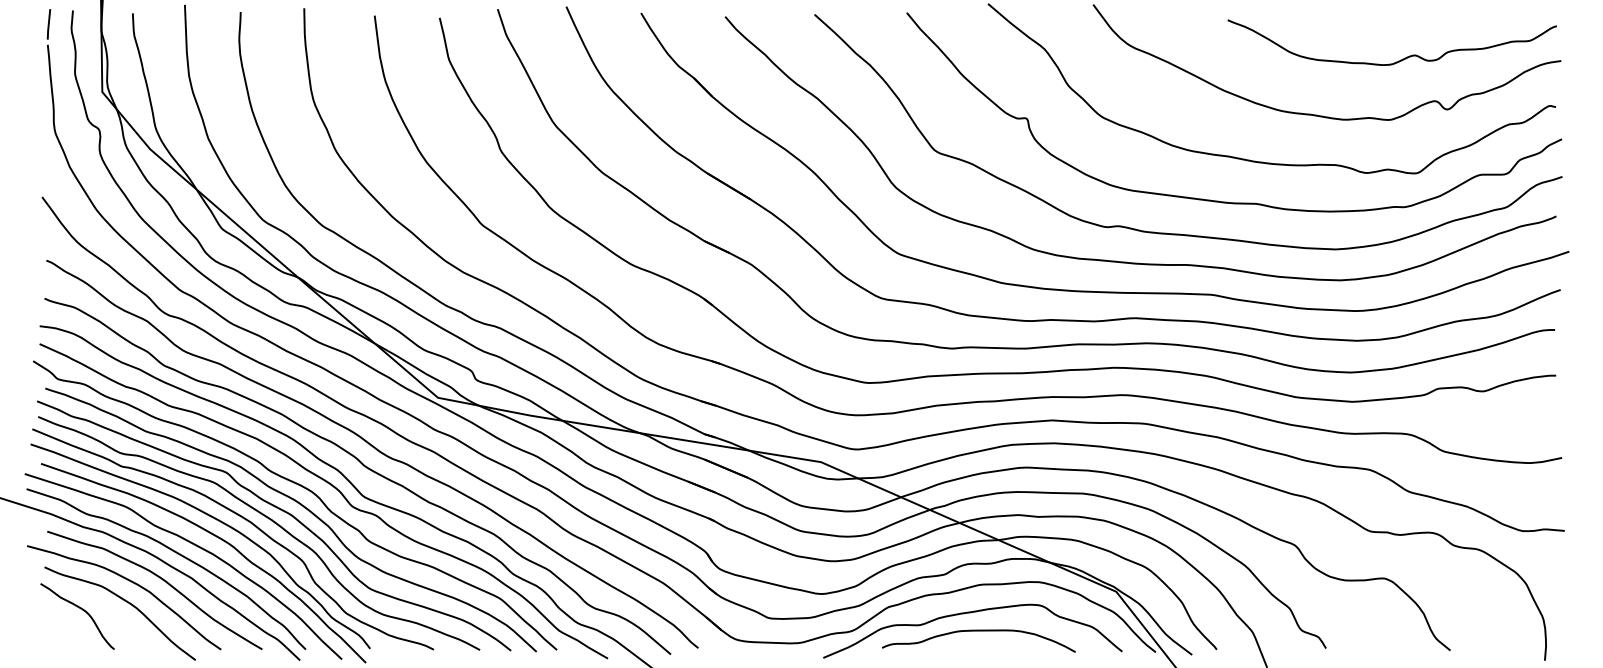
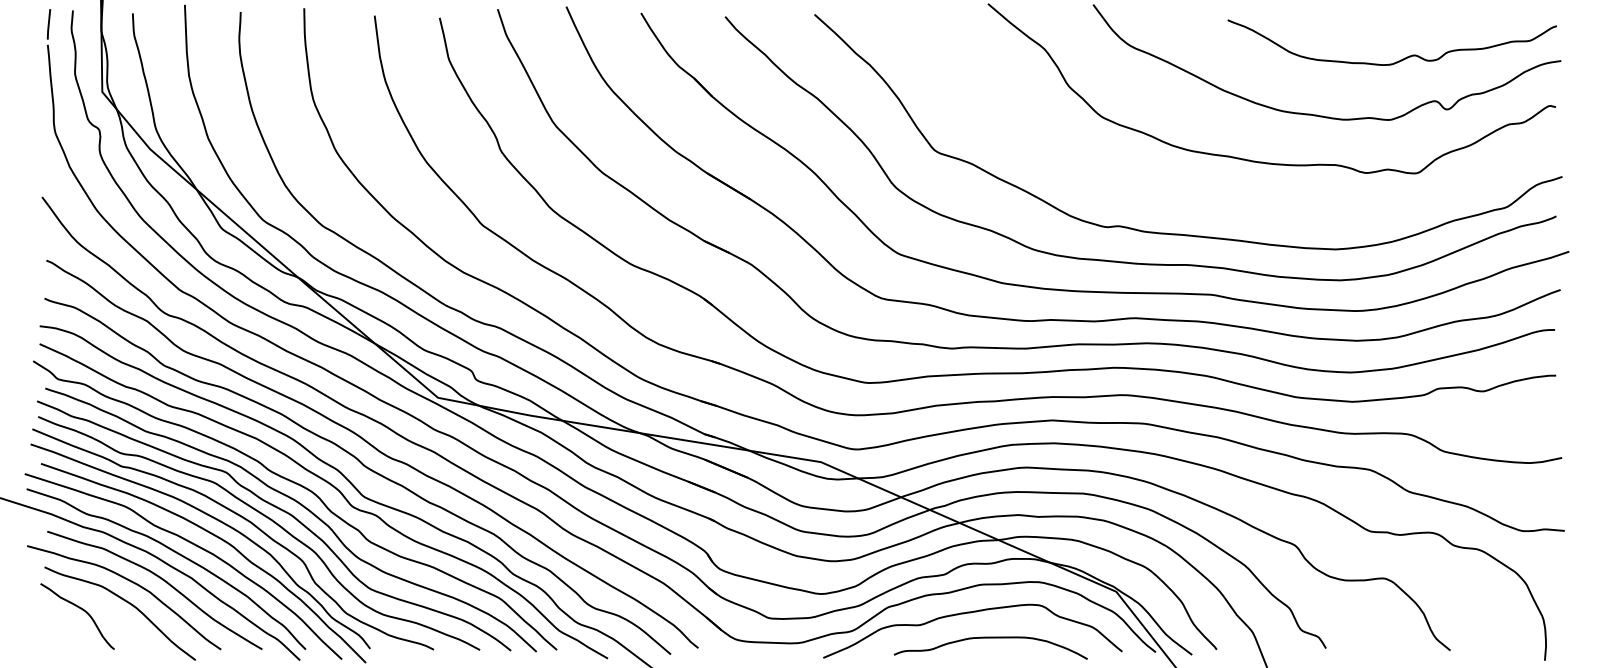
curve at (1226, 201): present -> none
curve at (978, 631) position: (978, 631) -> (990, 638)
